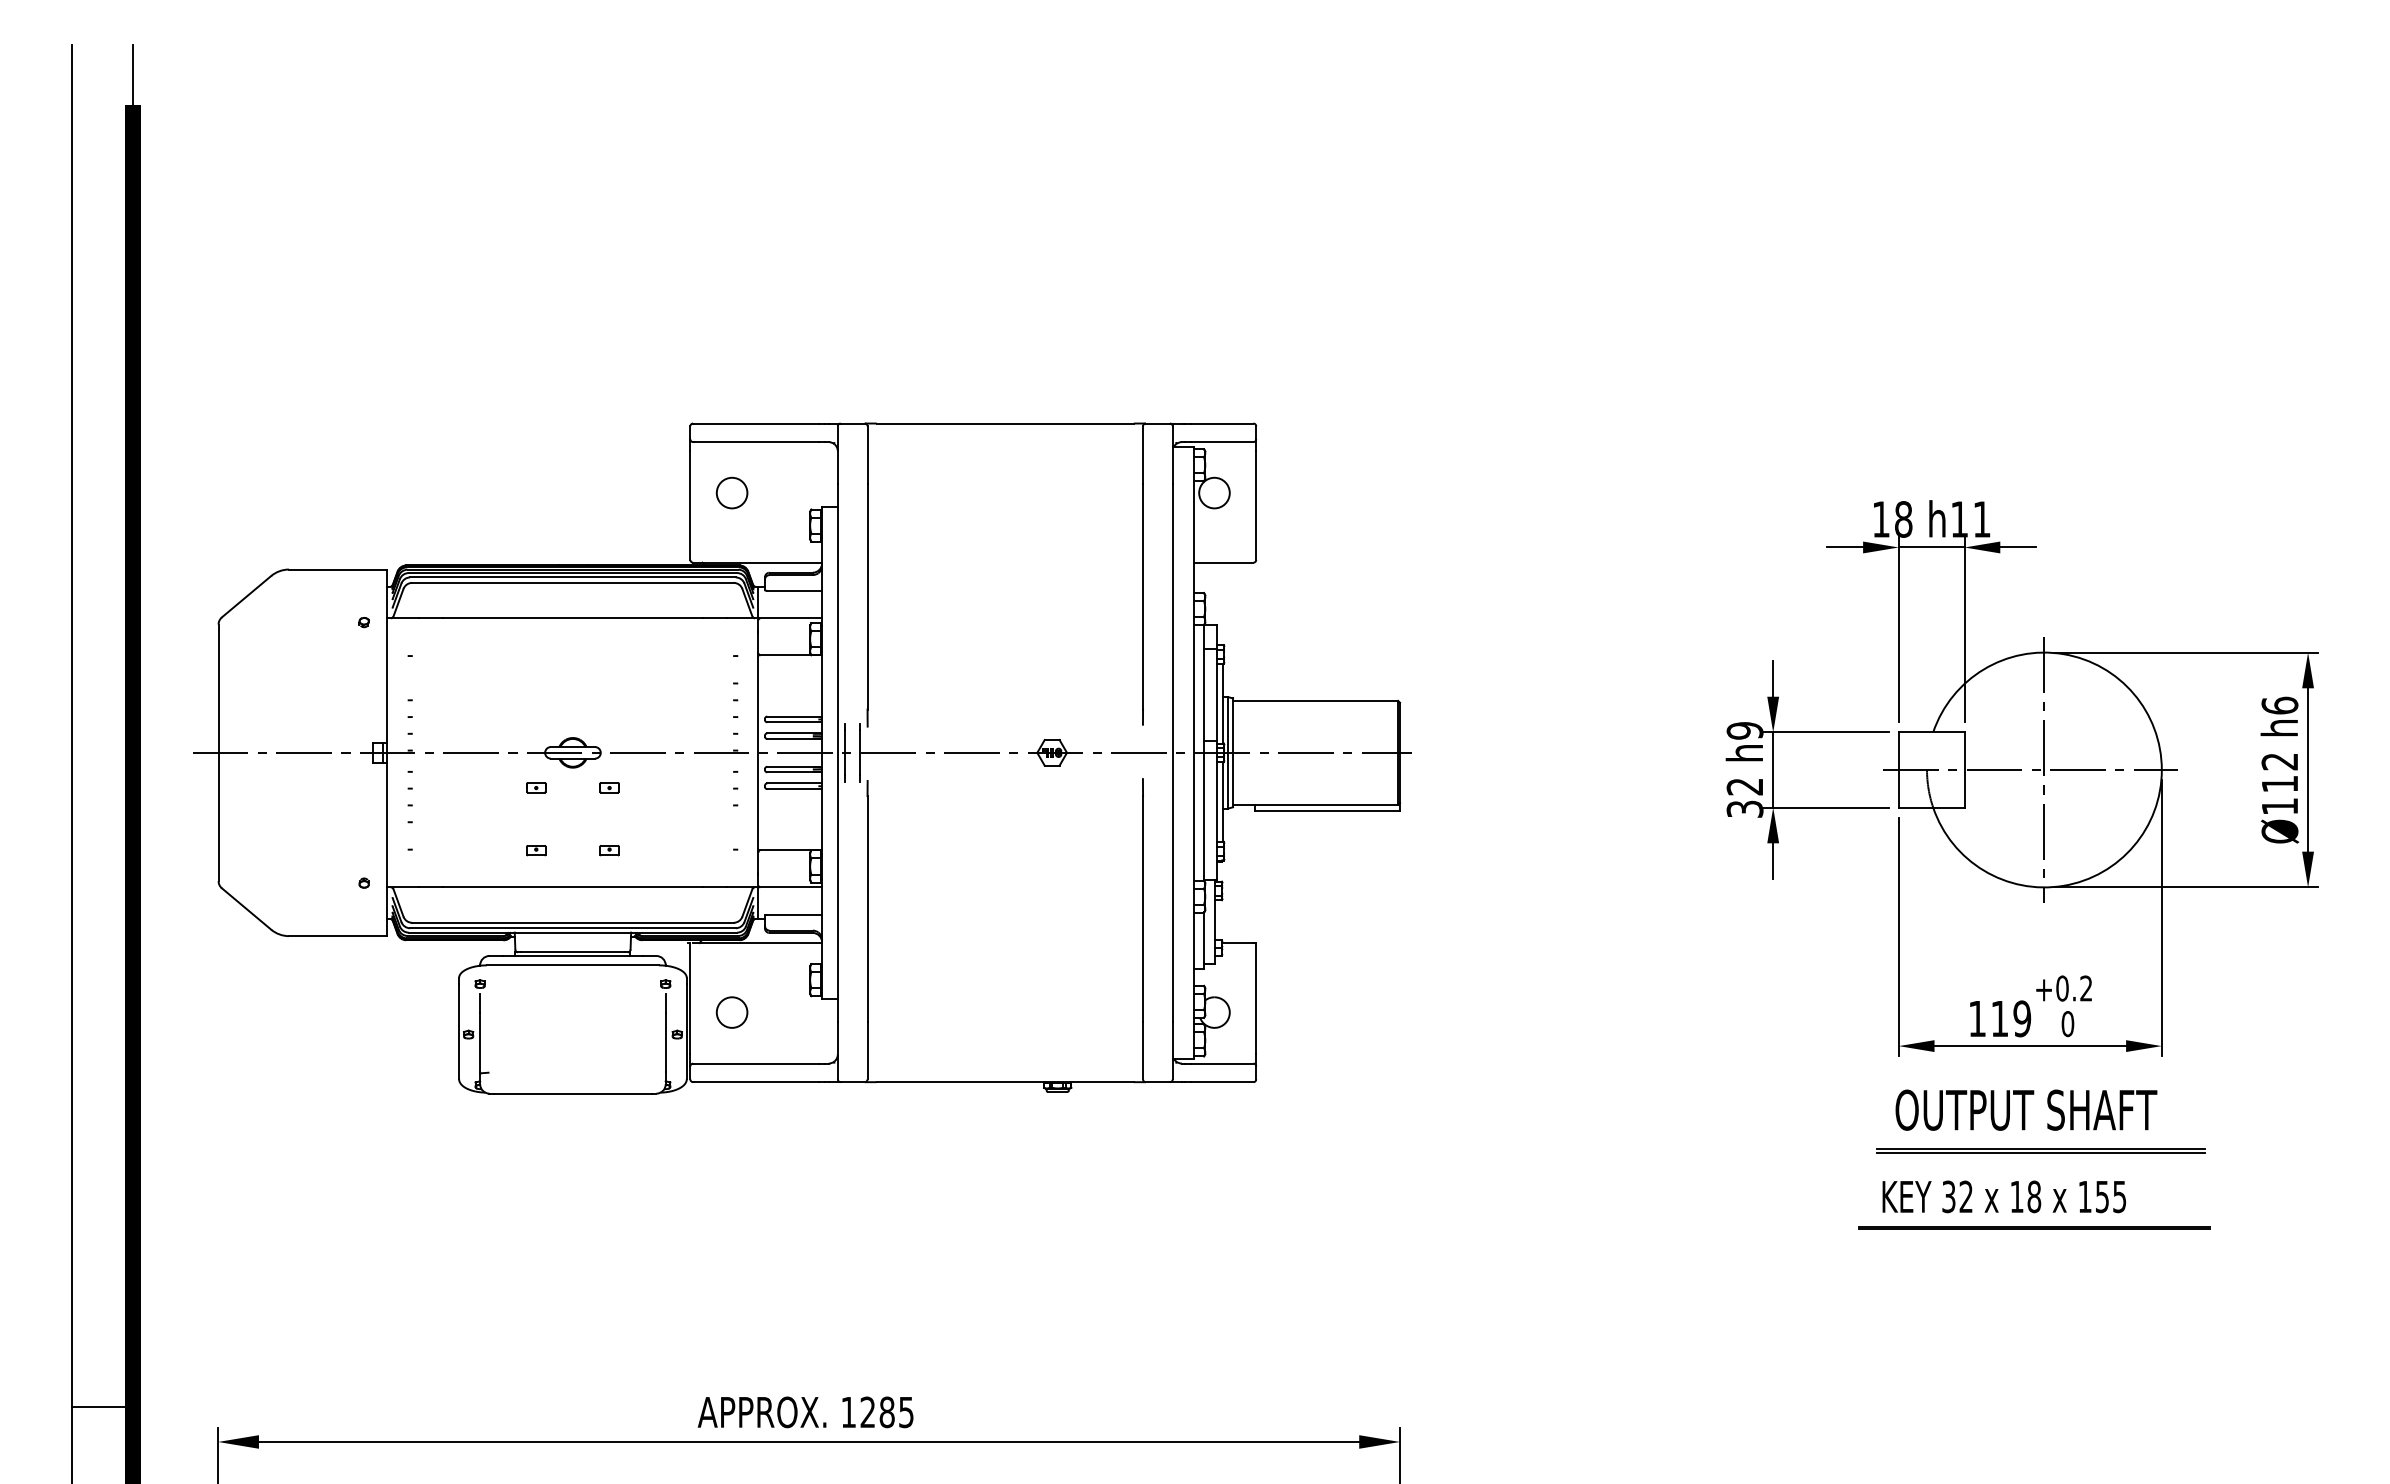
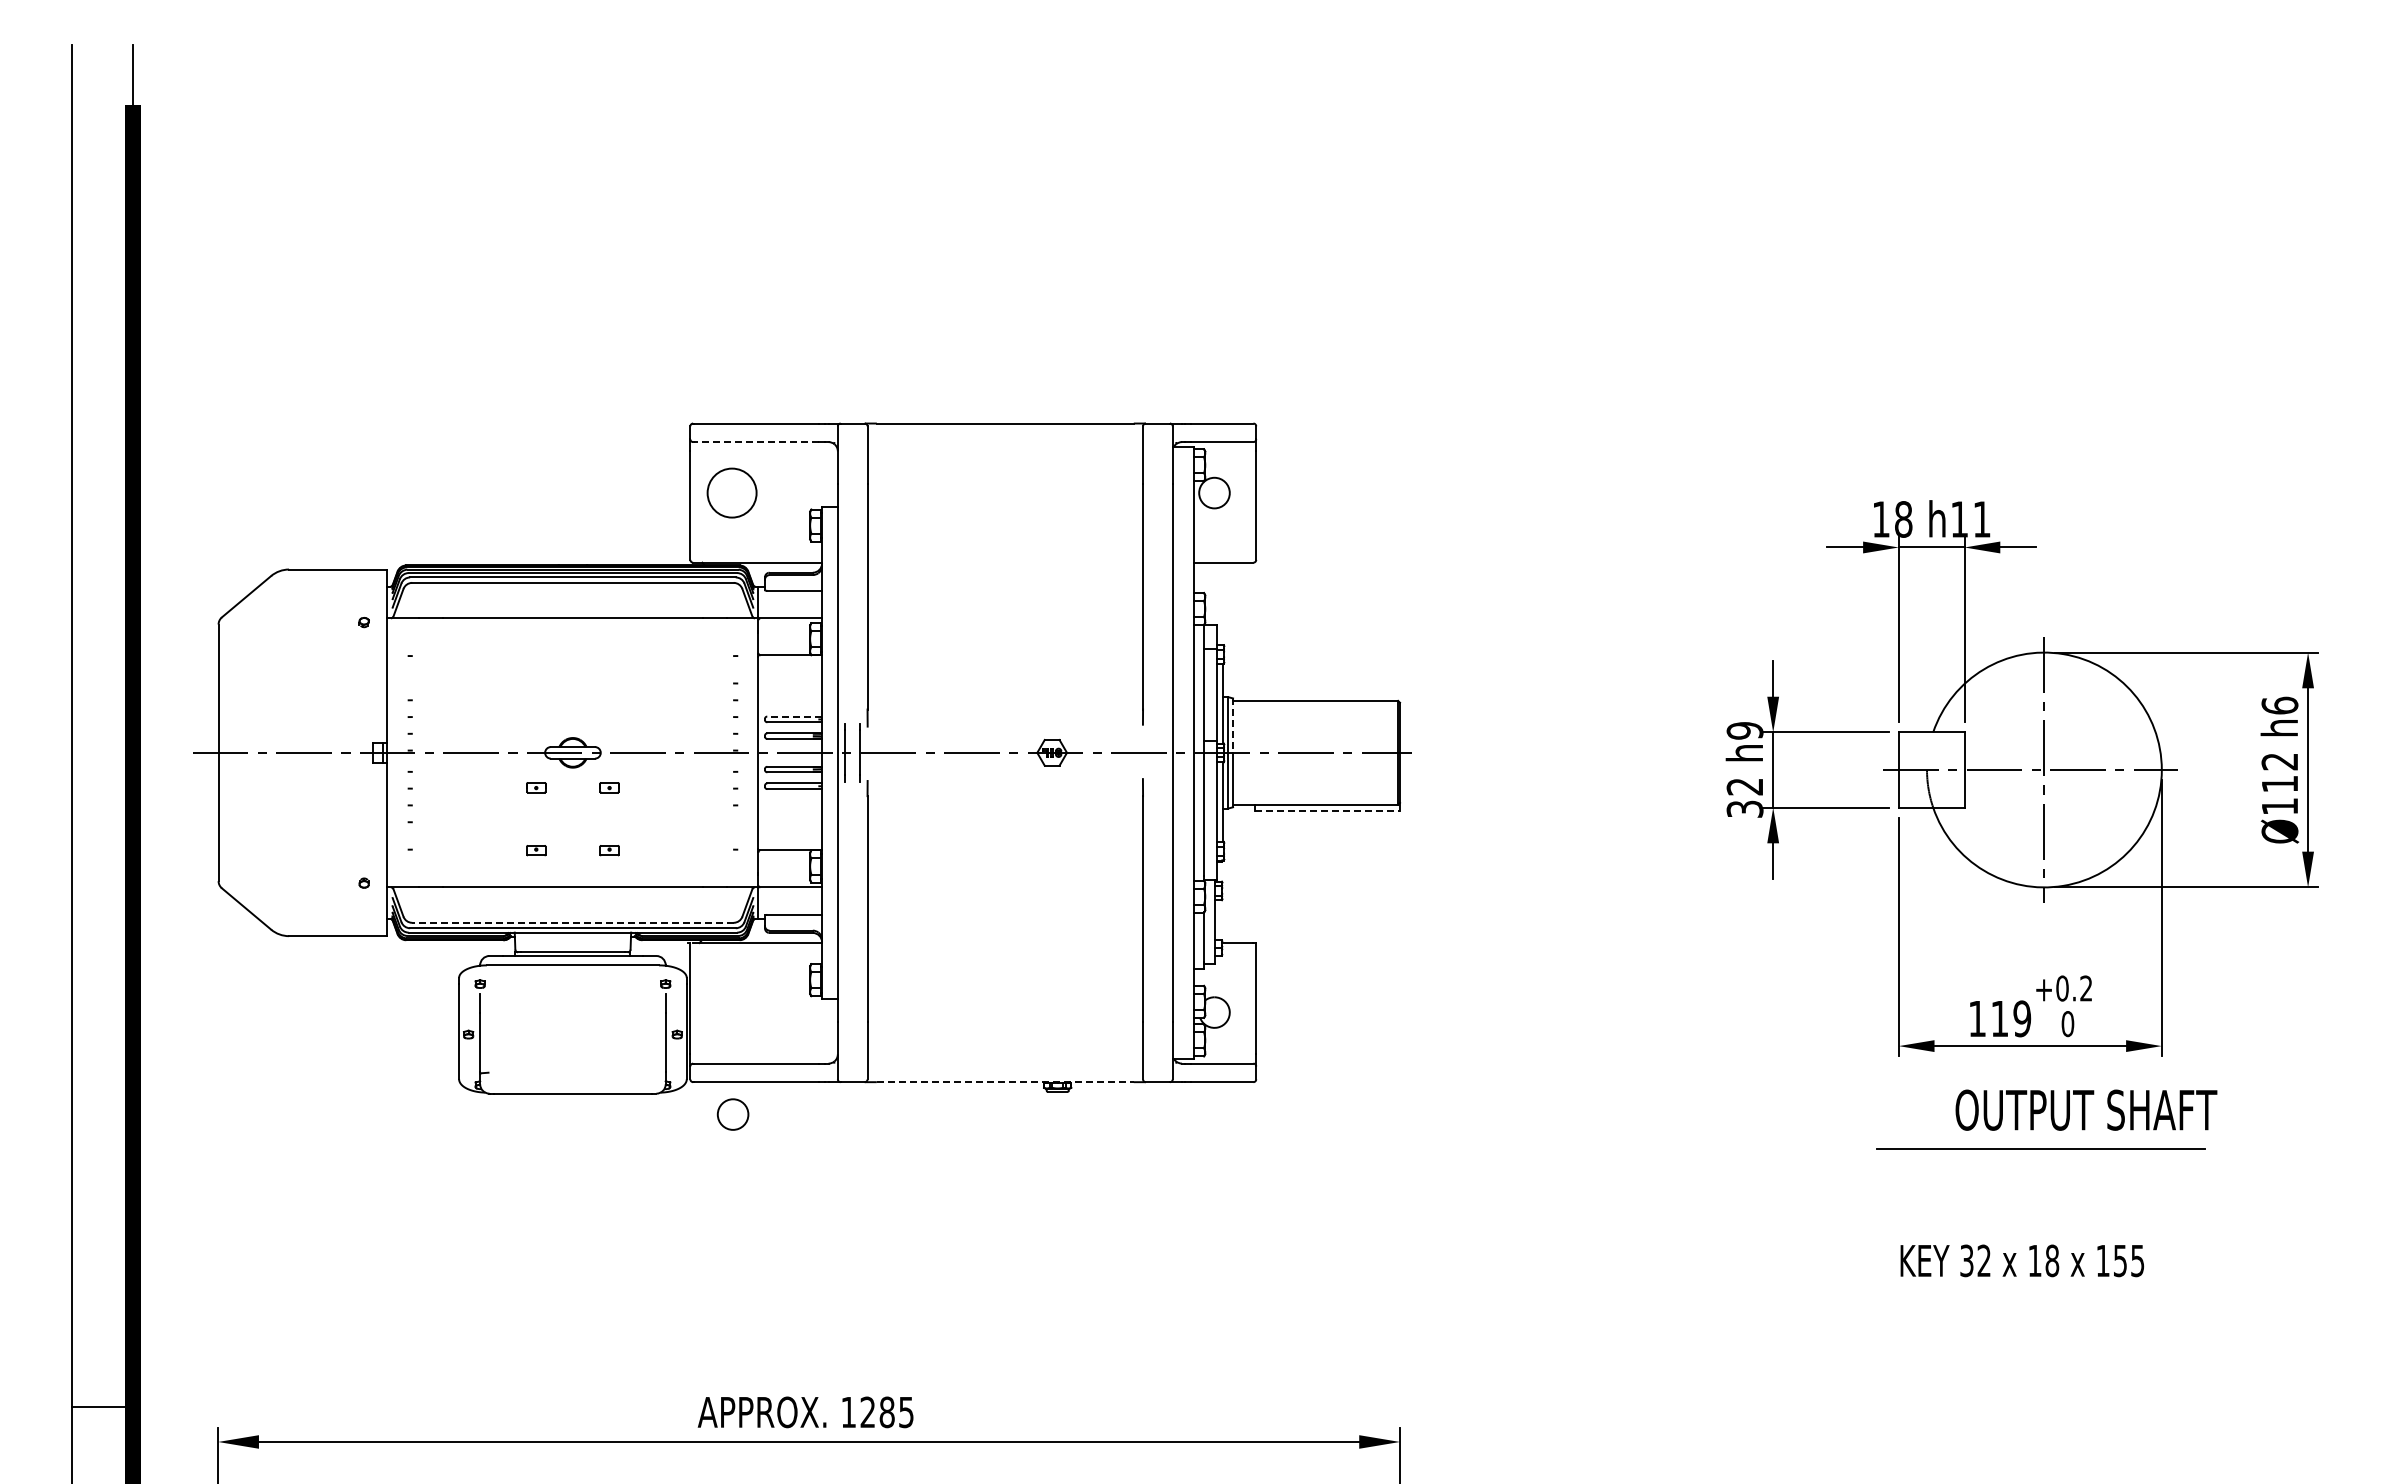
line at (756, 442): solid -> dashed
circle at (731, 492) diameter: 31 px -> 49 px
line at (794, 716): solid -> dashed
line at (1233, 726): solid -> dashed
line at (1328, 811): solid -> dashed
line at (572, 922): solid -> dashed
circle at (731, 1012) position: (731, 1012) -> (732, 1114)
line at (1005, 1082): solid -> dashed
text at (2026, 1109) position: (2026, 1109) -> (2086, 1109)
line at (2040, 1152): present -> none
text at (2004, 1196) position: (2004, 1196) -> (2022, 1260)
line at (2034, 1227): present -> none
